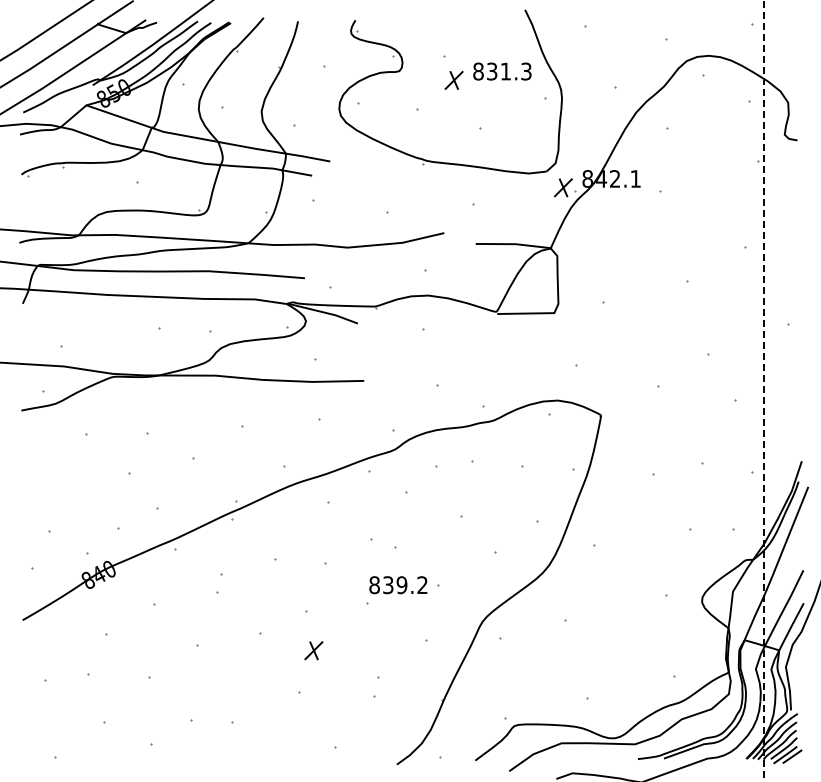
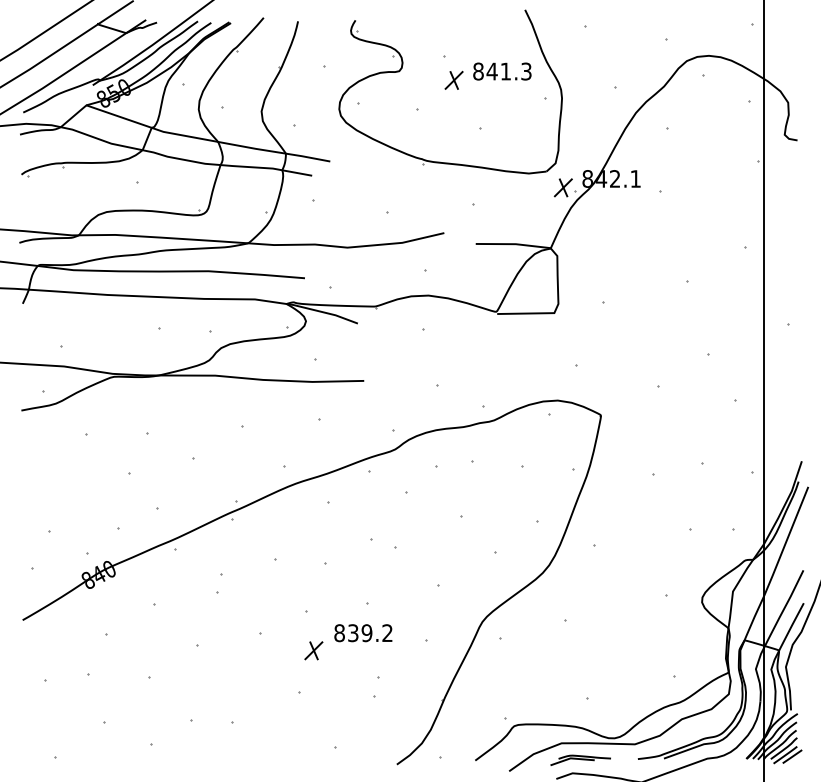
text at (491, 71): 831.3 -> 841.3
line at (764, 391): dashed -> solid
text at (398, 585) position: (398, 585) -> (363, 633)
part at (580, 759): none -> present
